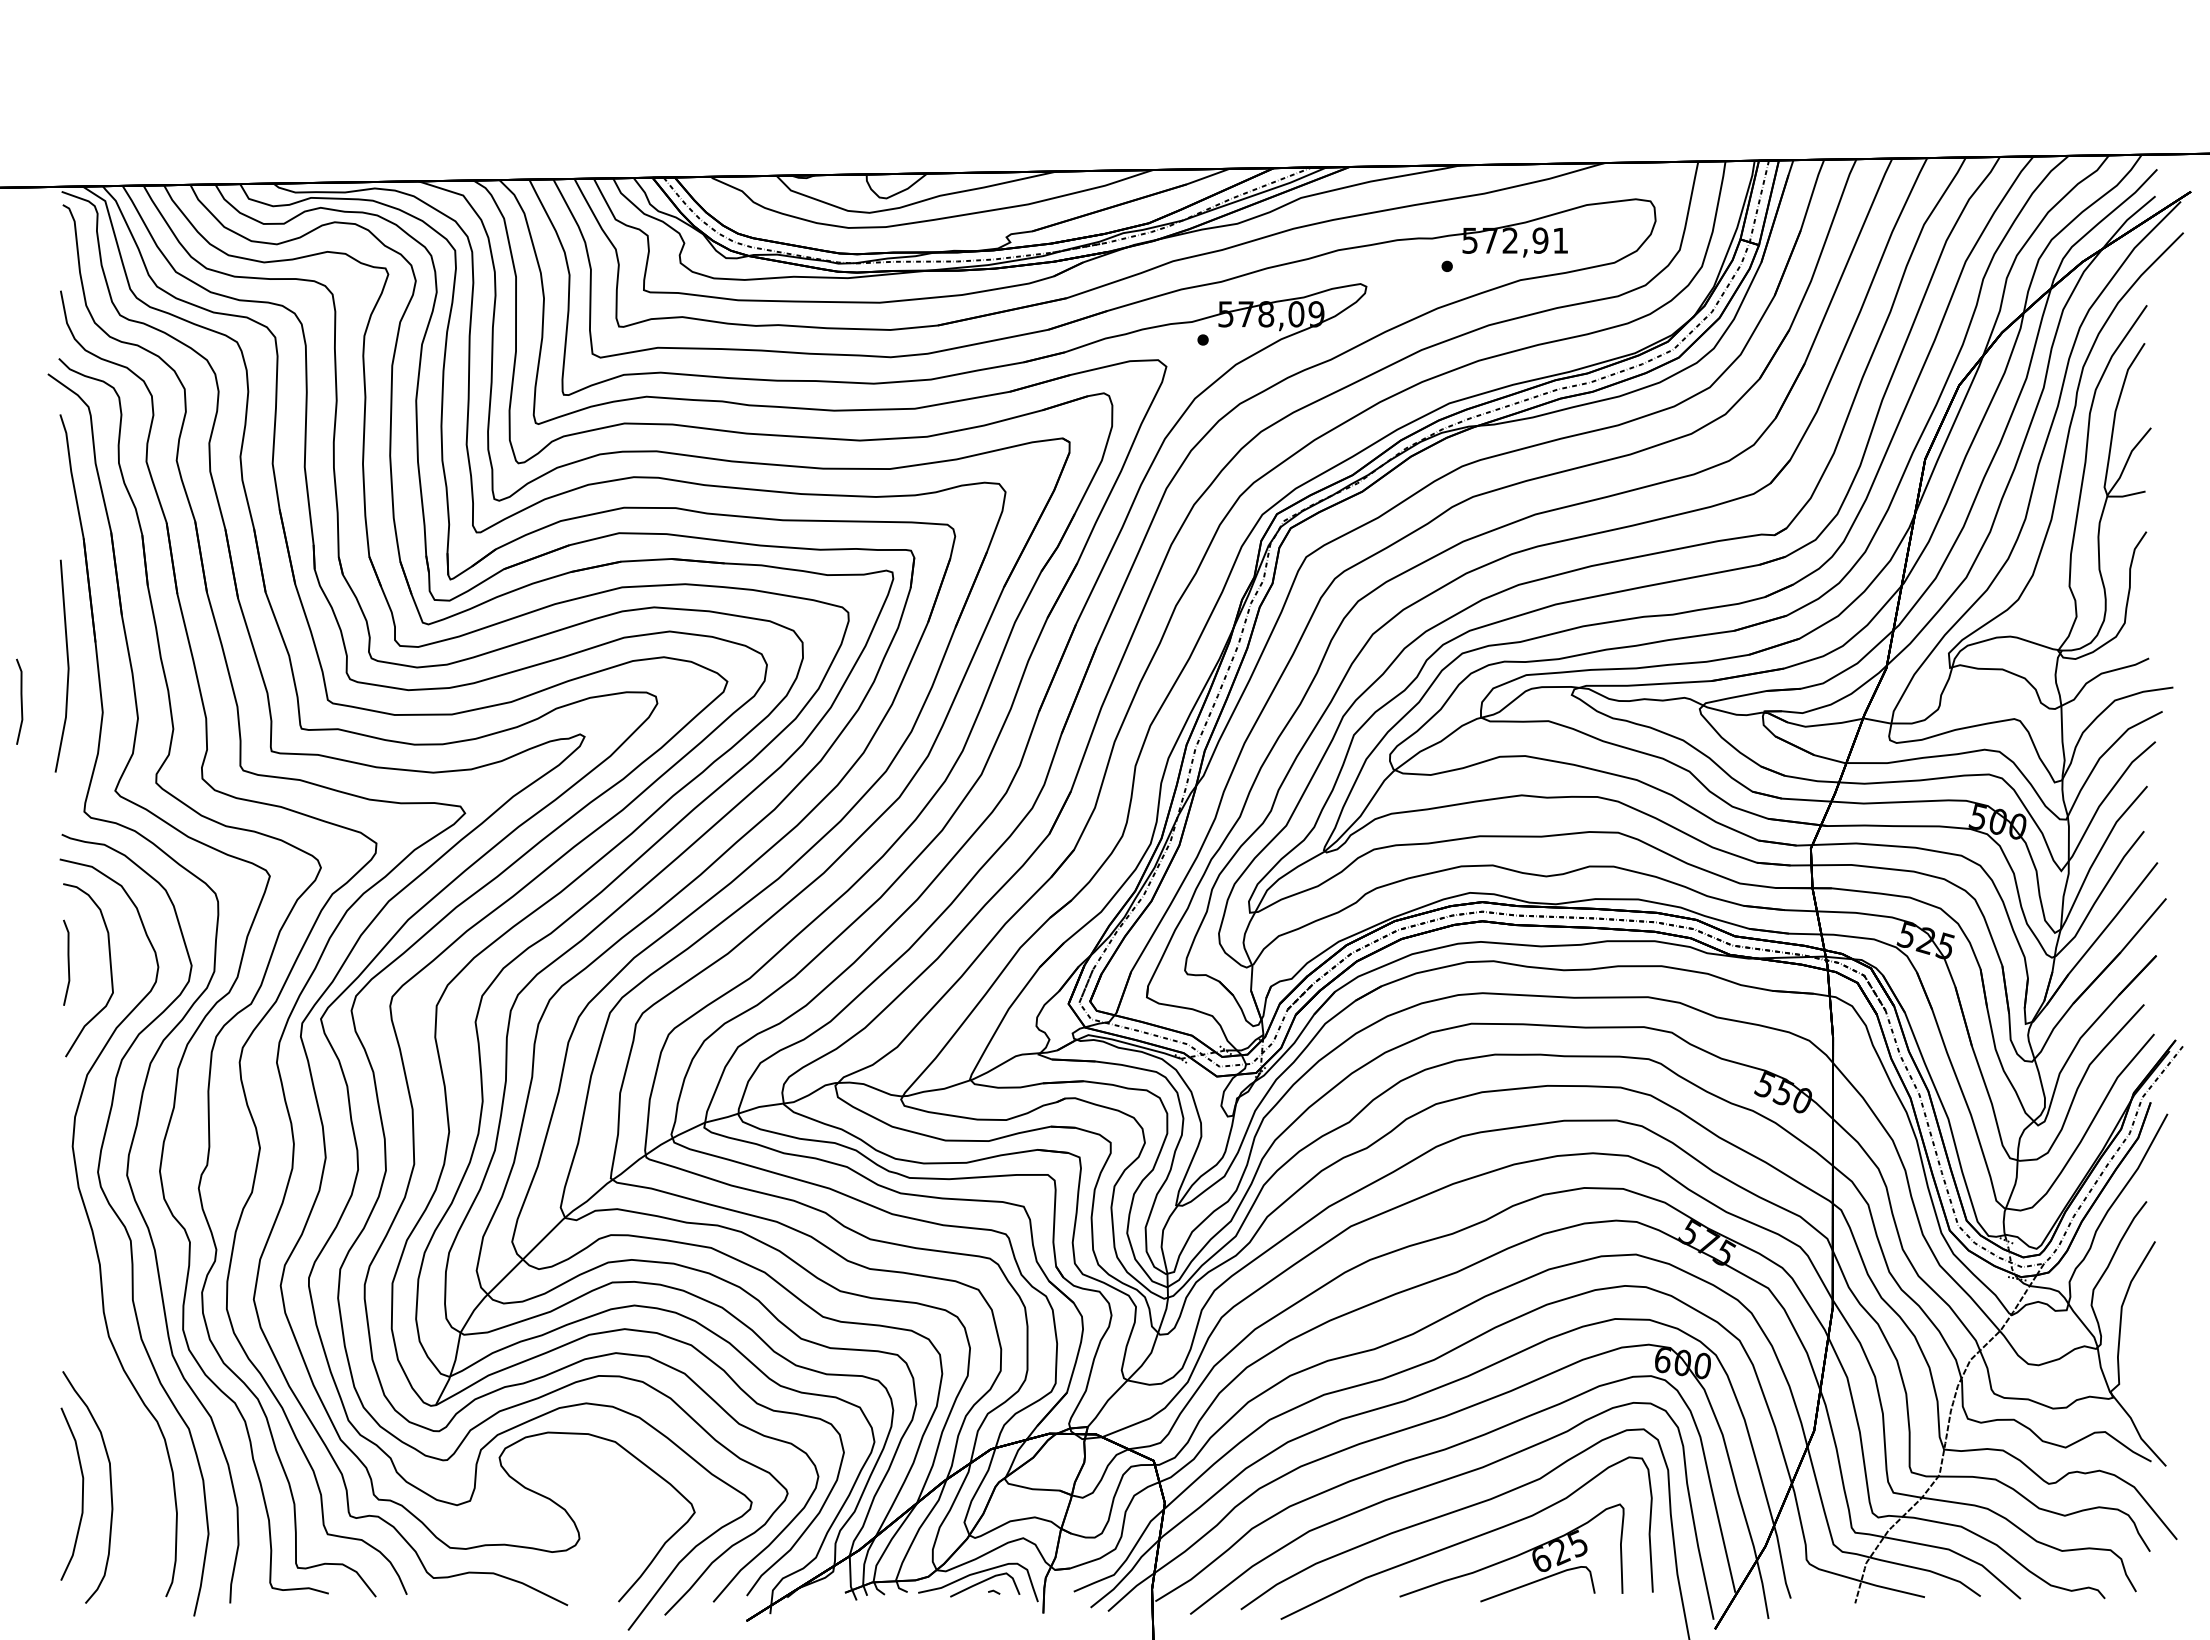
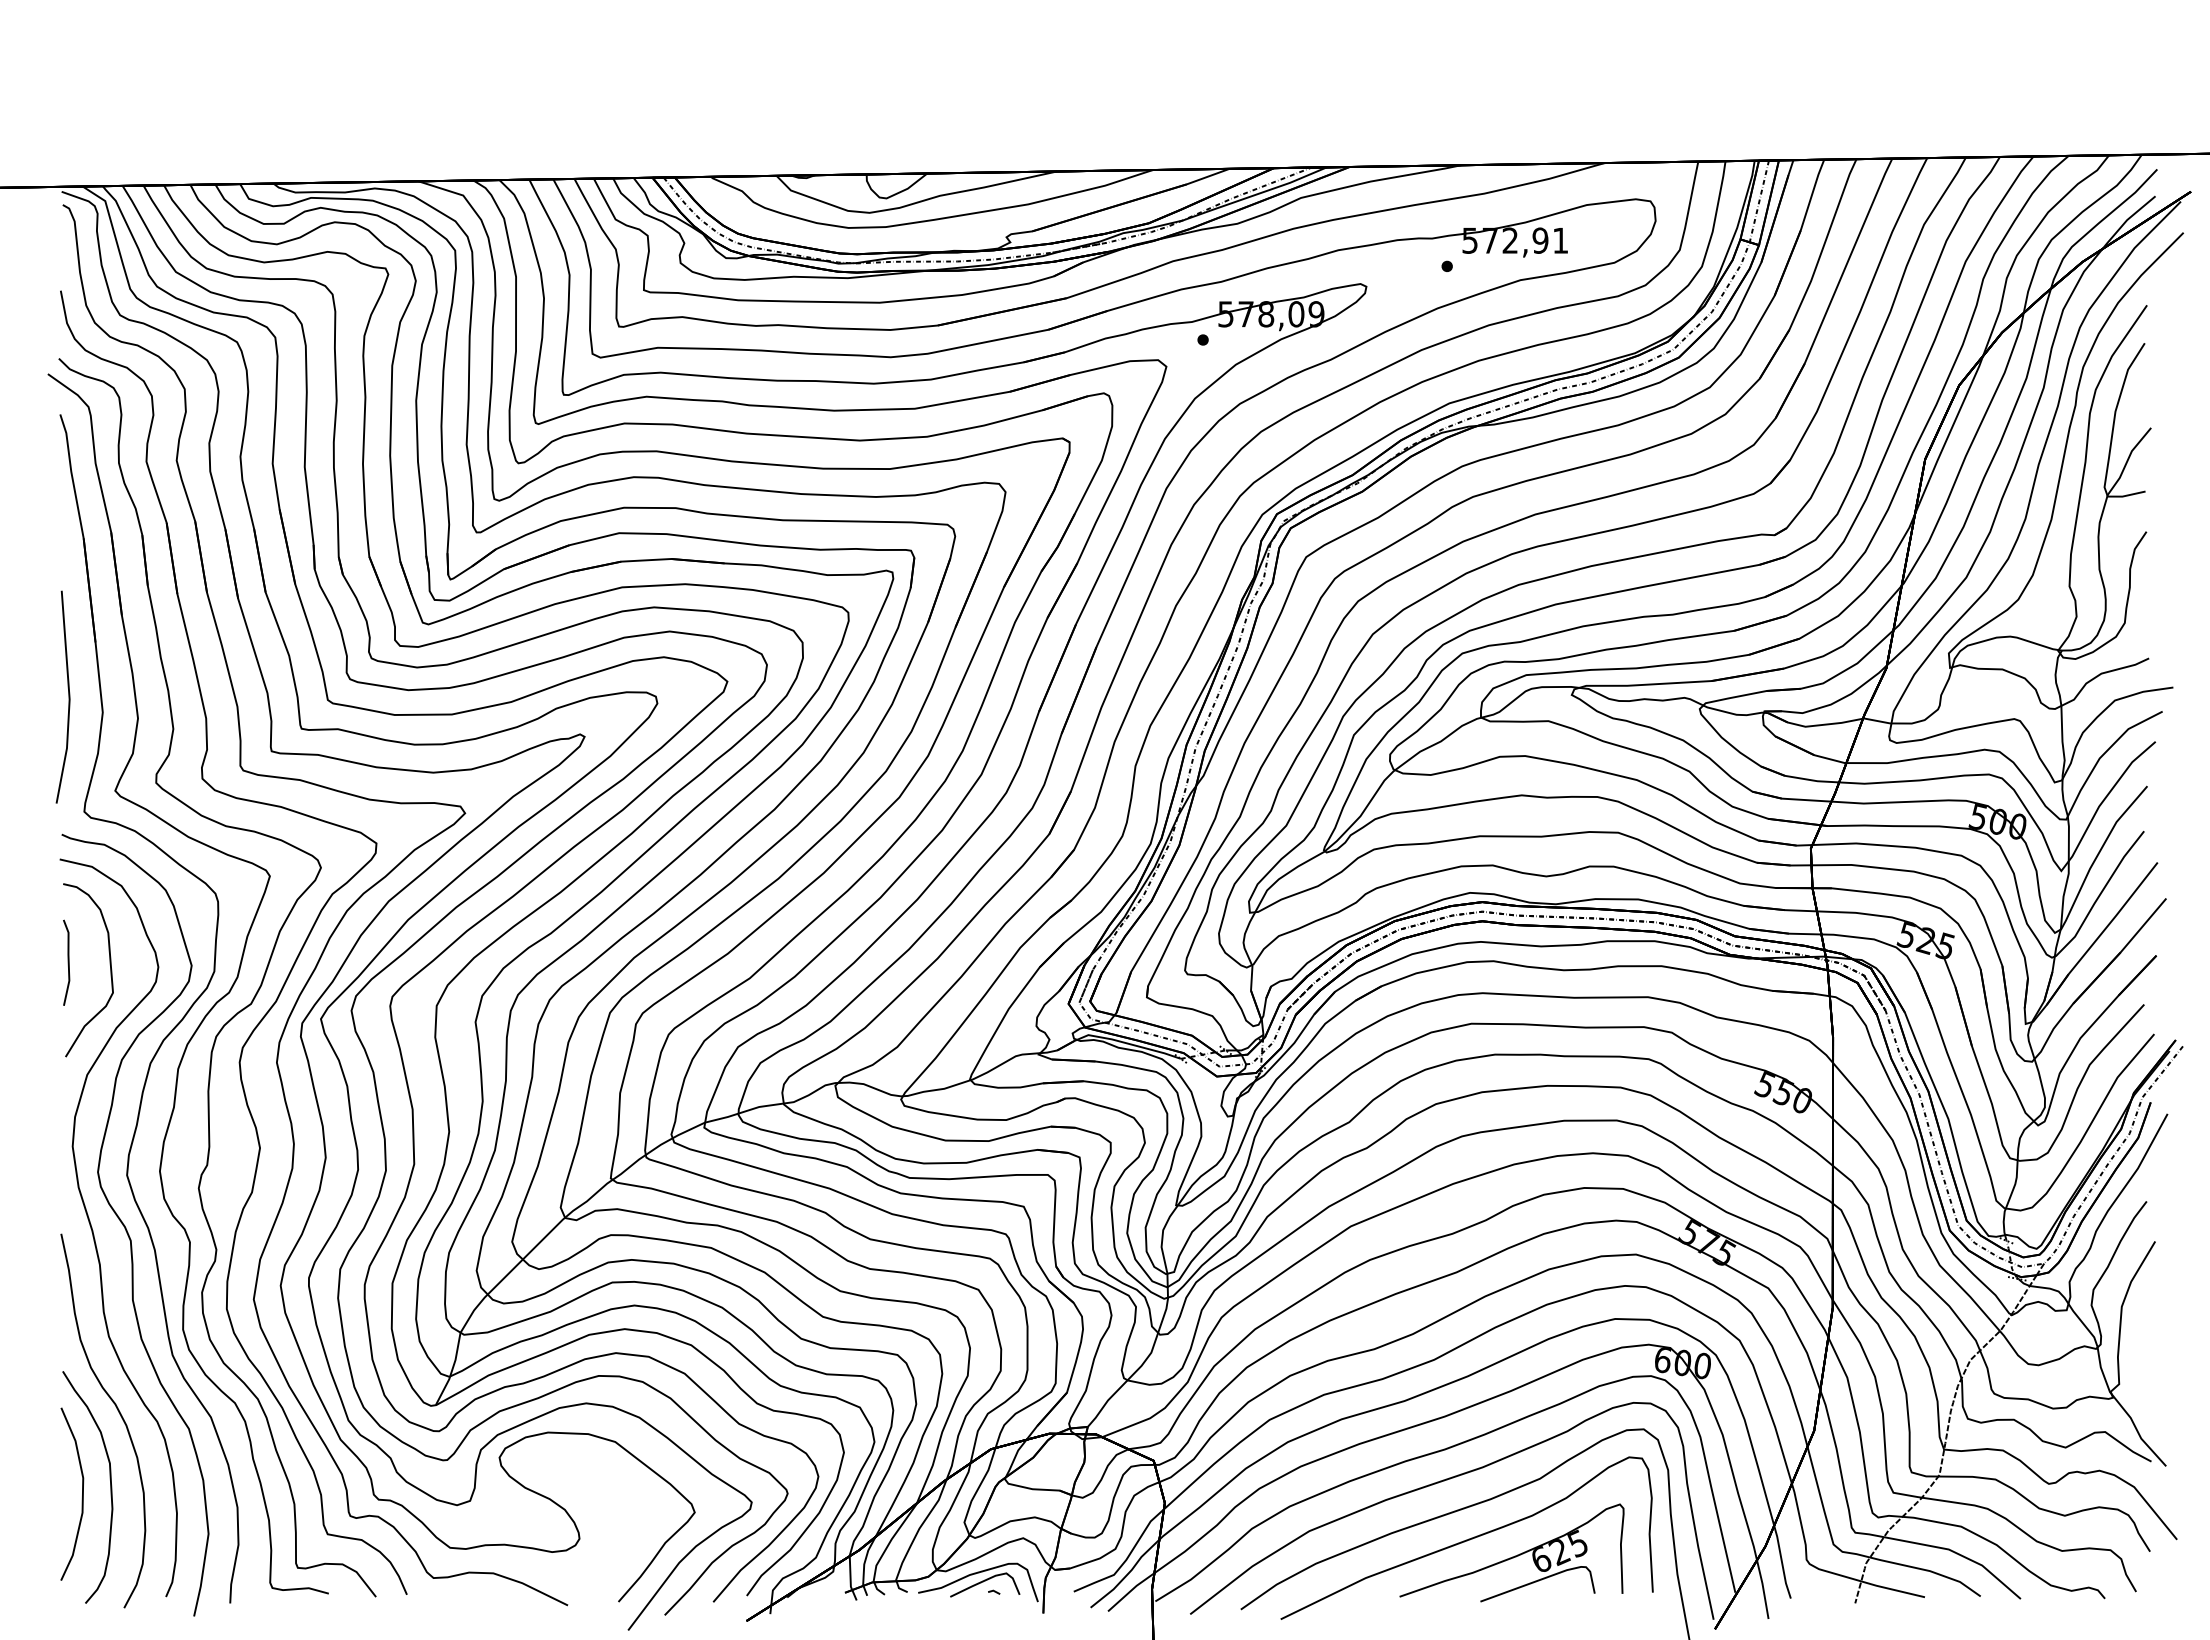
line at (67, 665) position: (67, 665) -> (68, 696)
line at (20, 701): present -> none
curve at (118, 1412): none -> present
